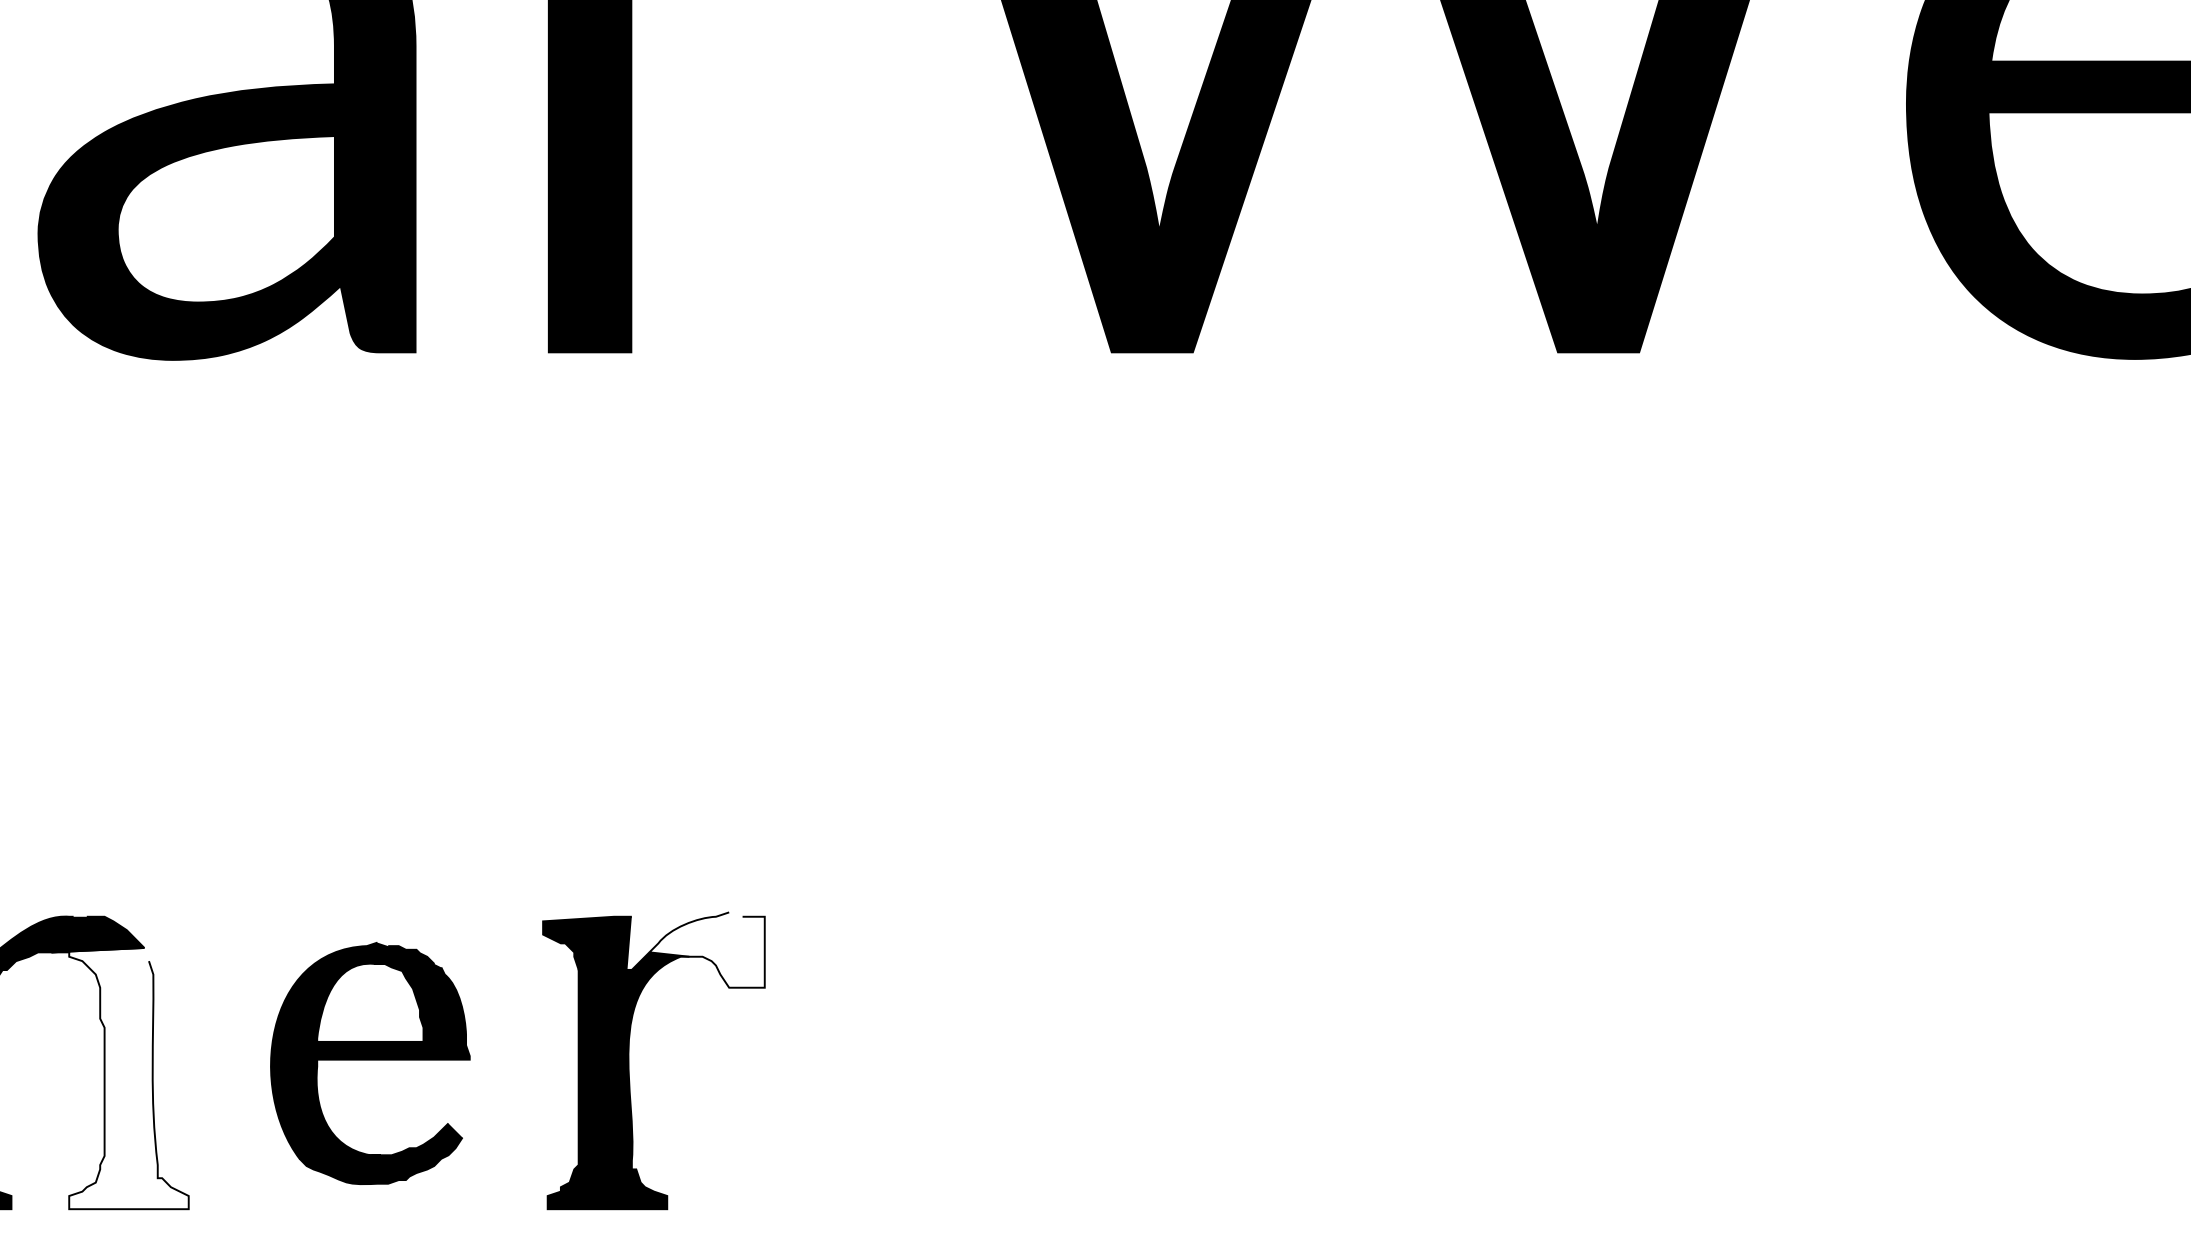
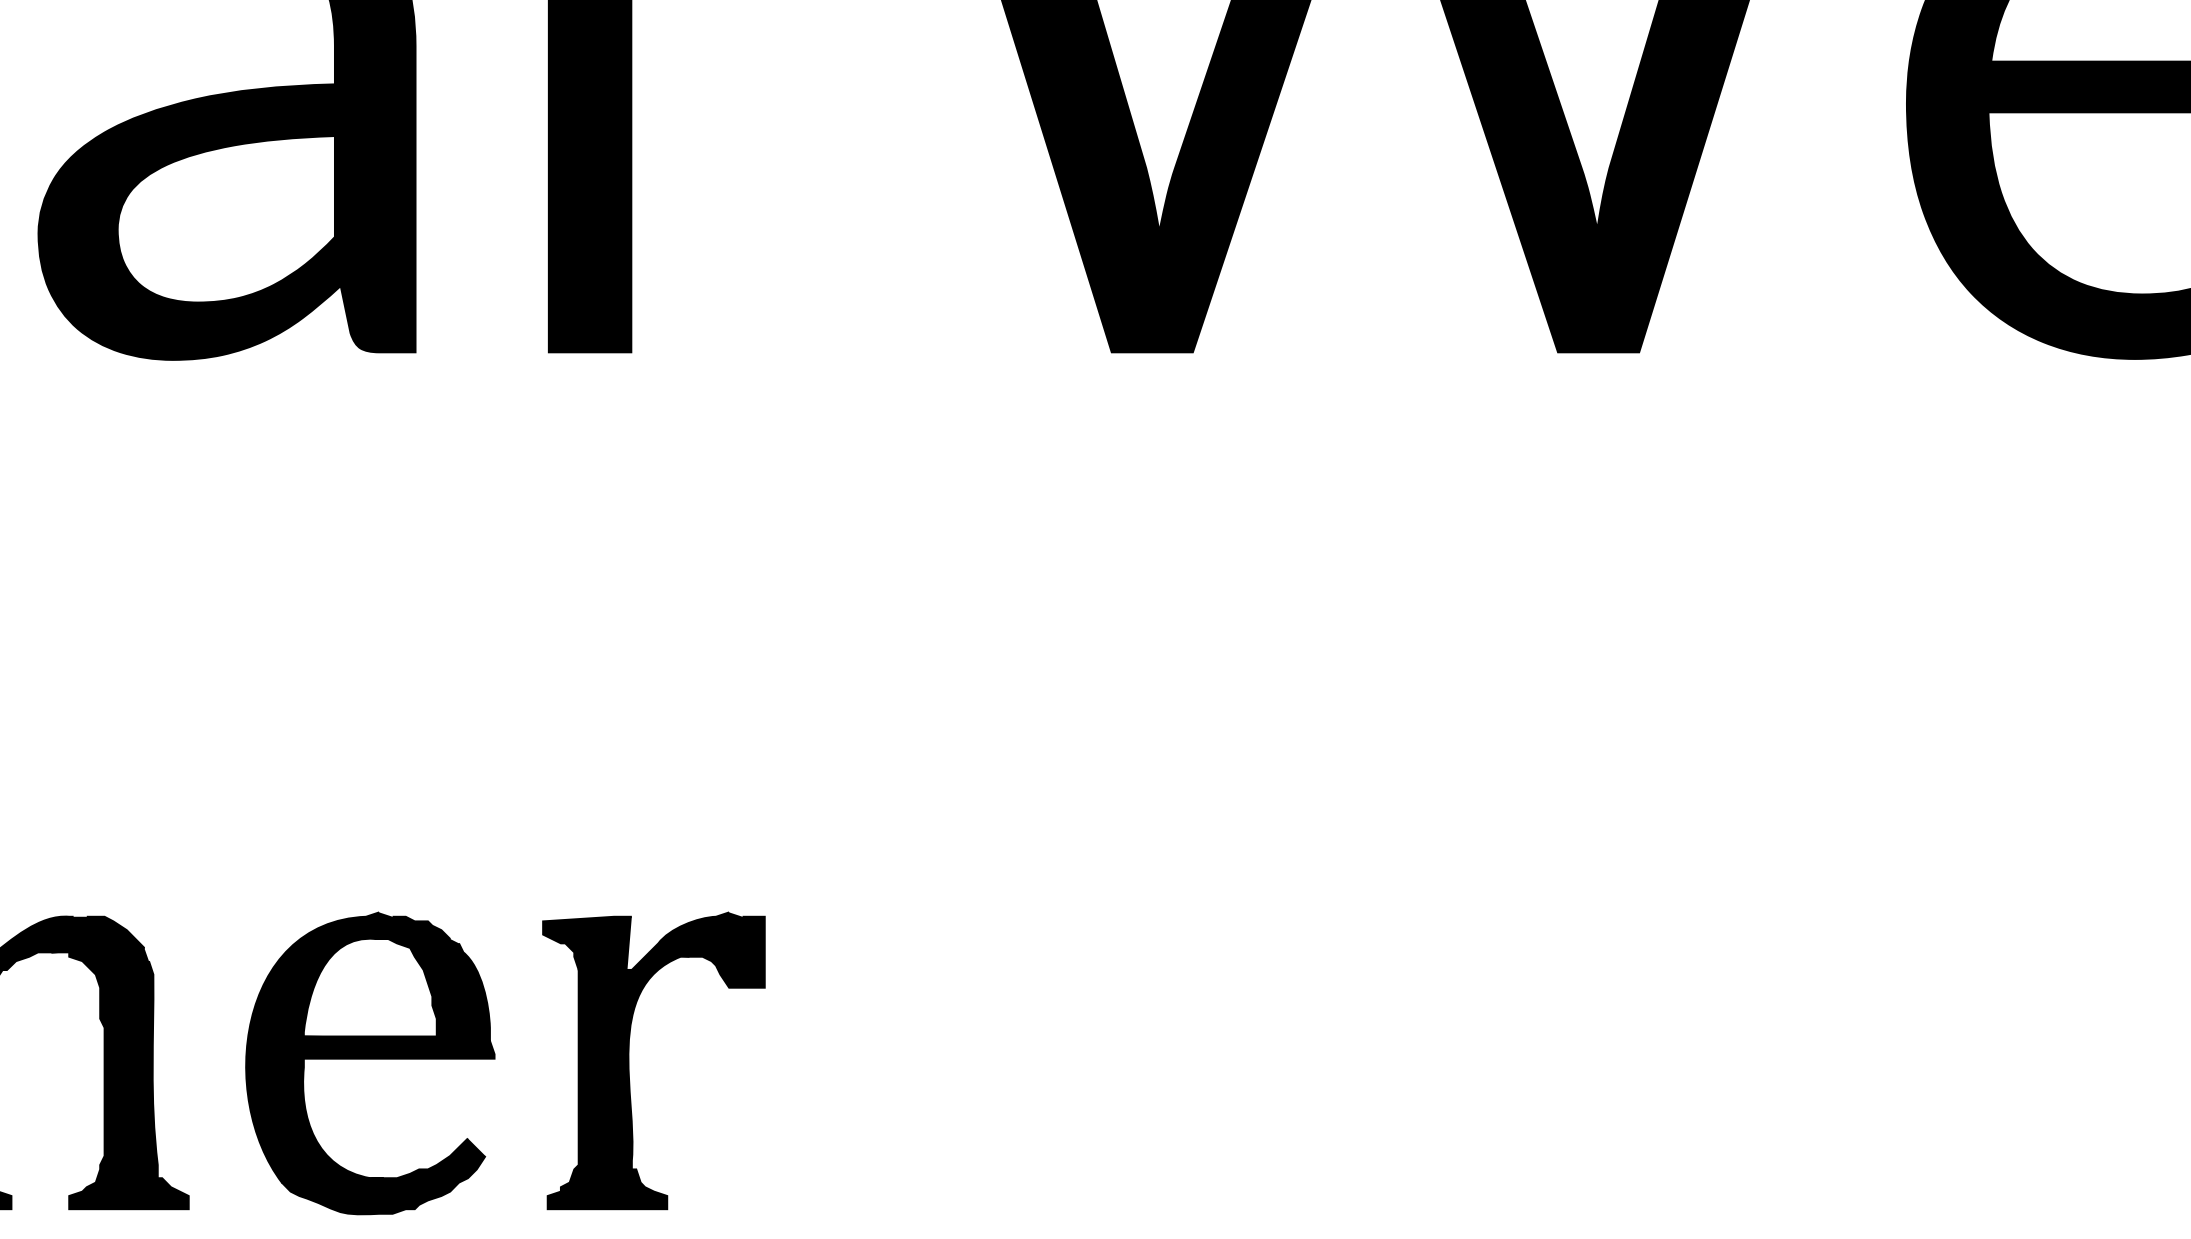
fill at (706, 949): none -> present
part at (370, 1063) size: 201x243 px -> 251x305 px
fill at (119, 1078): none -> present
